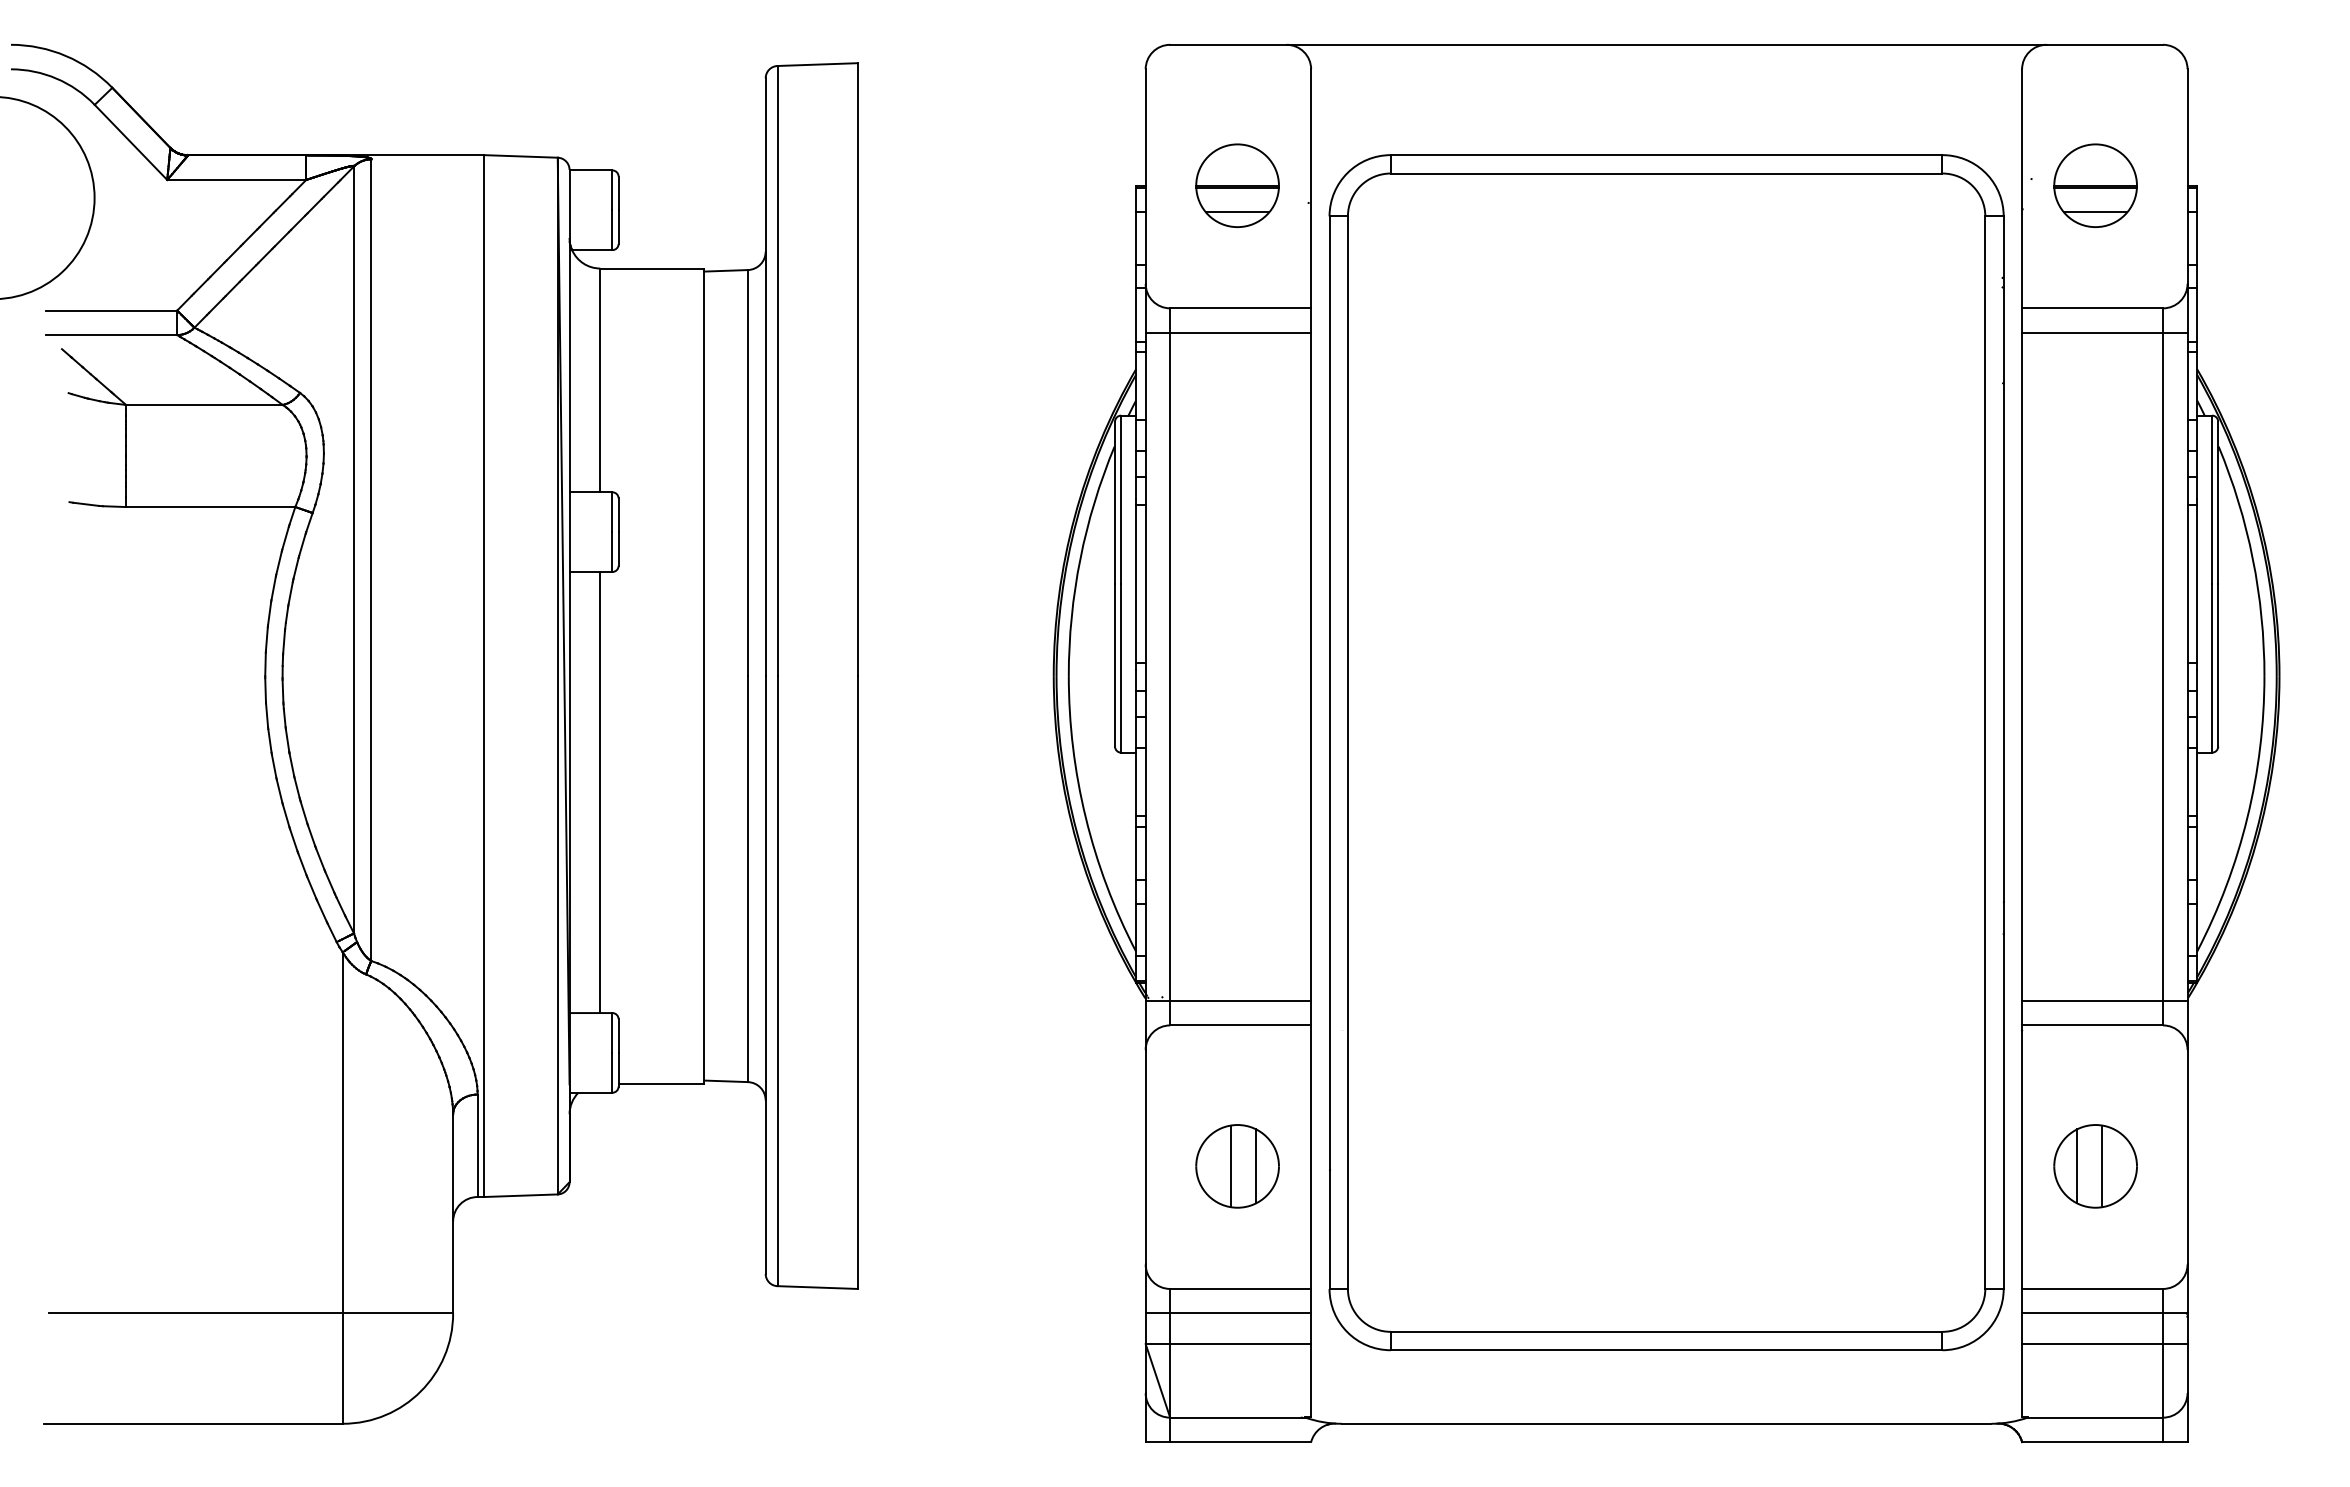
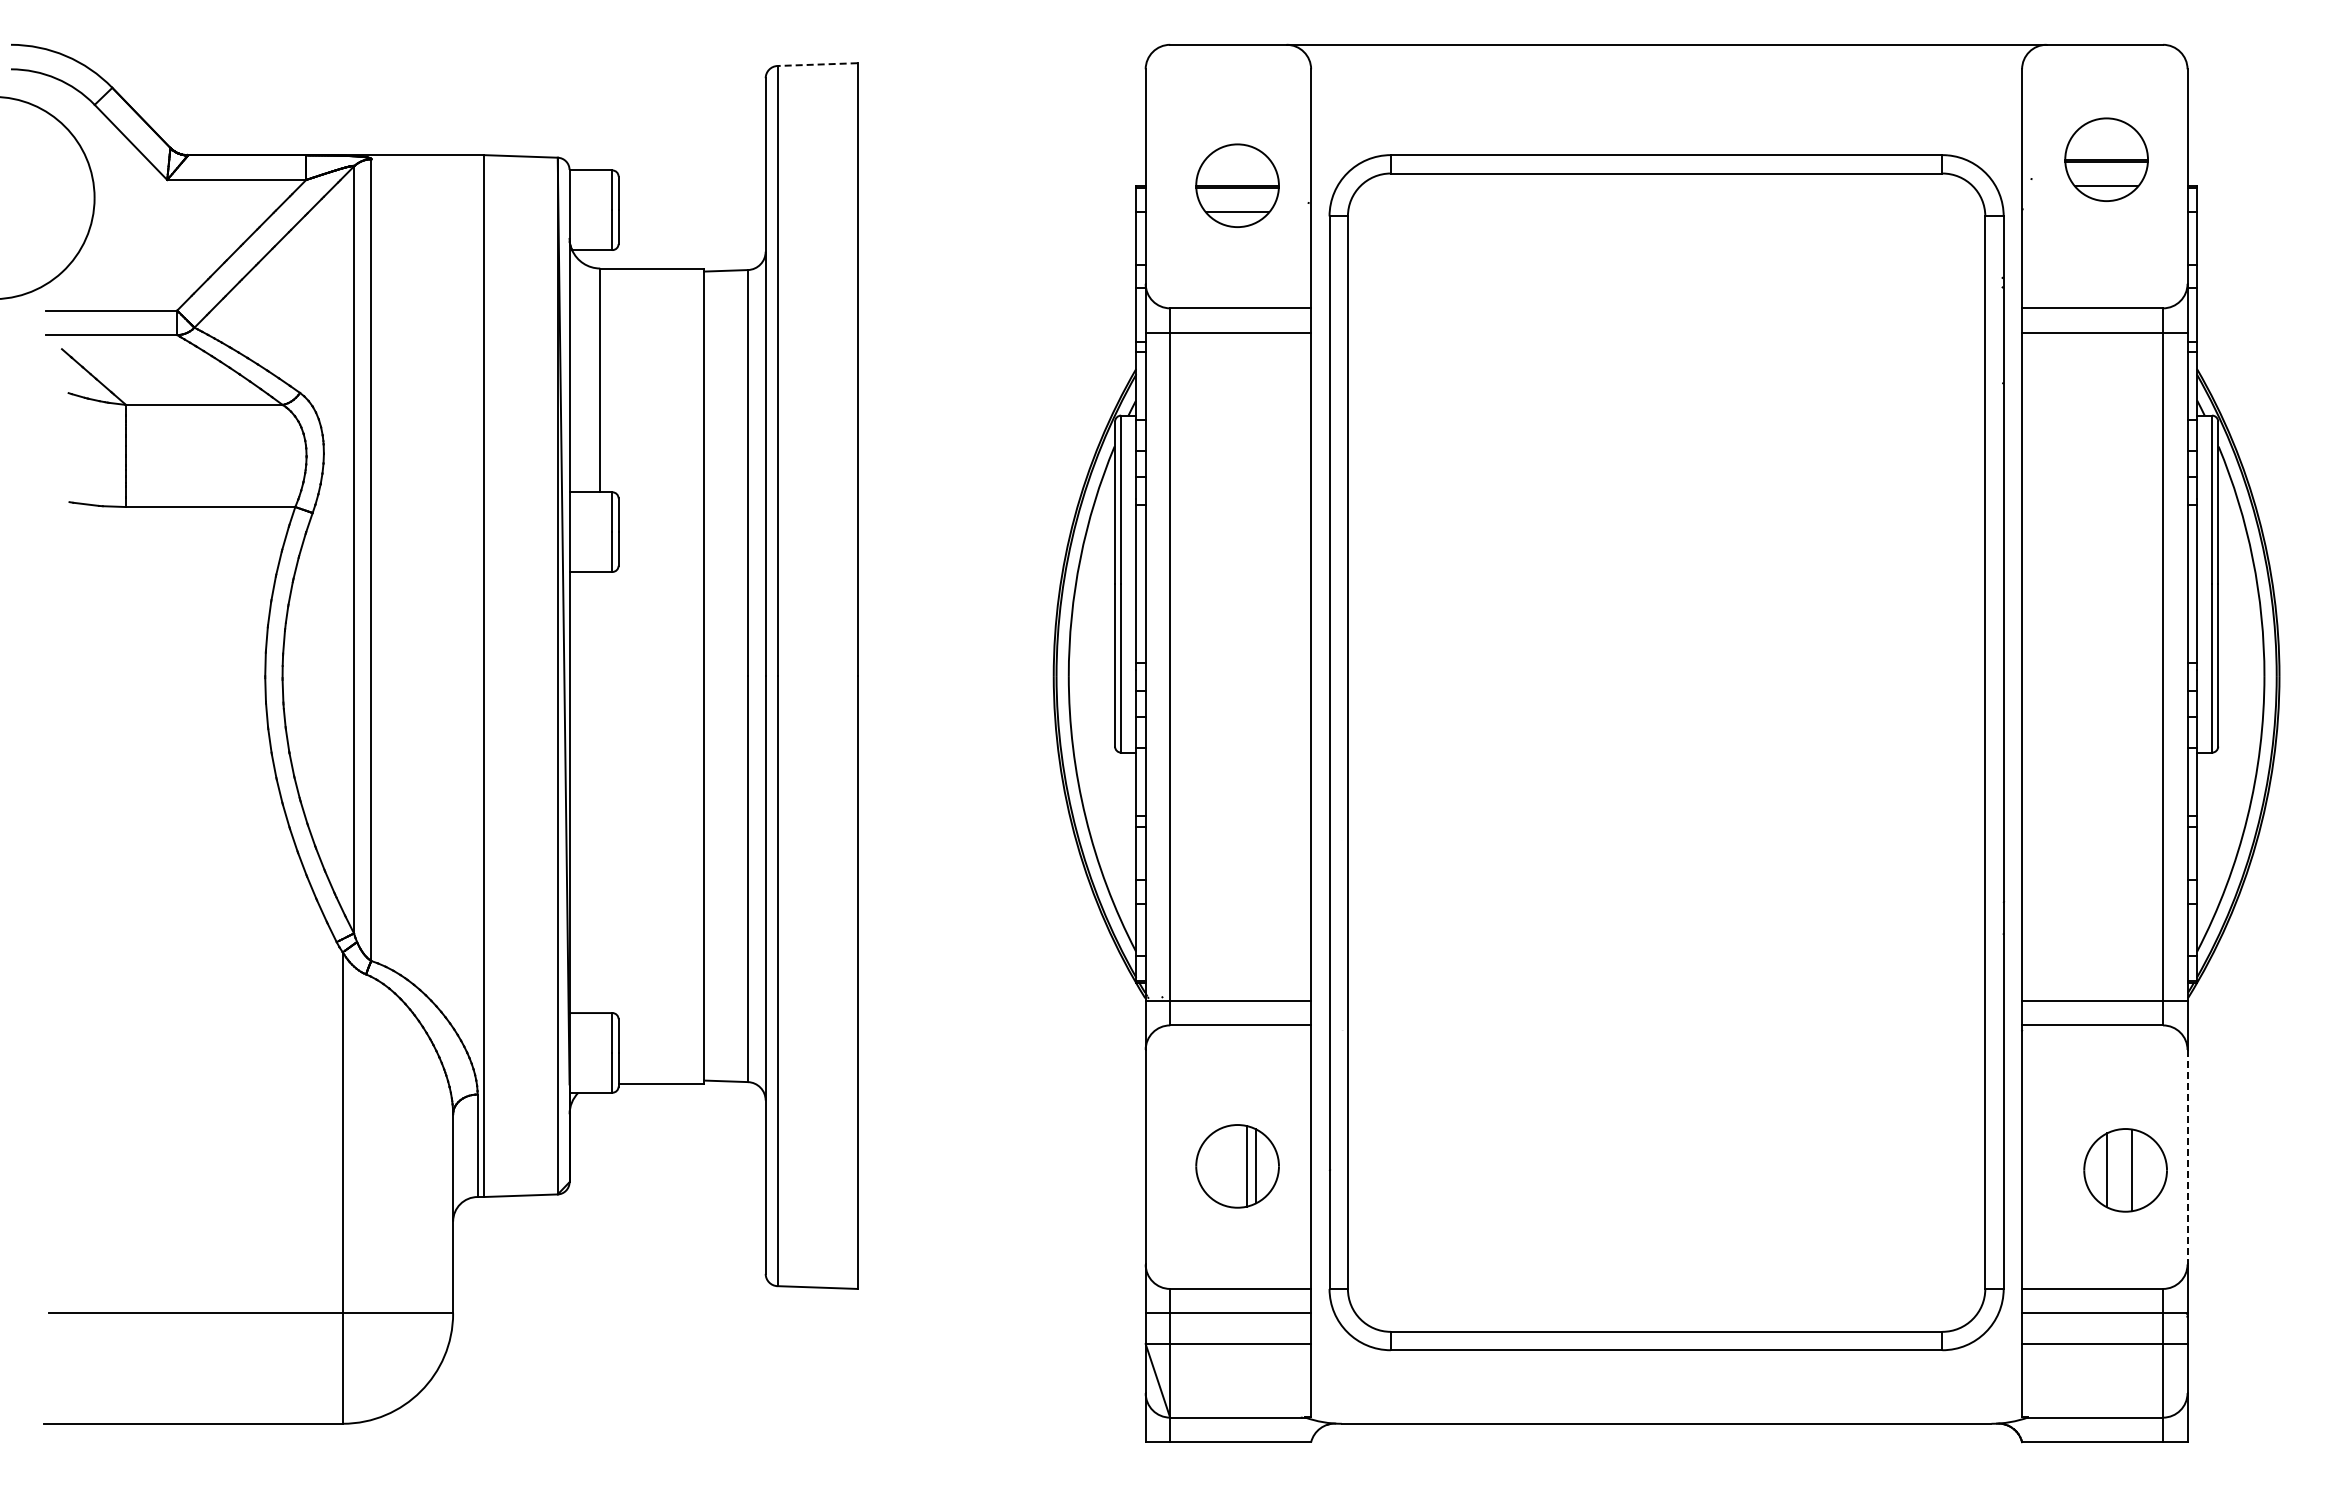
line at (817, 64): solid -> dashed
part at (2095, 185) position: (2095, 185) -> (2106, 159)
line at (600, 792): present -> none
line at (2187, 1157): solid -> dashed
line at (1231, 1166) position: (1231, 1166) -> (1247, 1166)
part at (2095, 1166) position: (2095, 1166) -> (2125, 1170)
